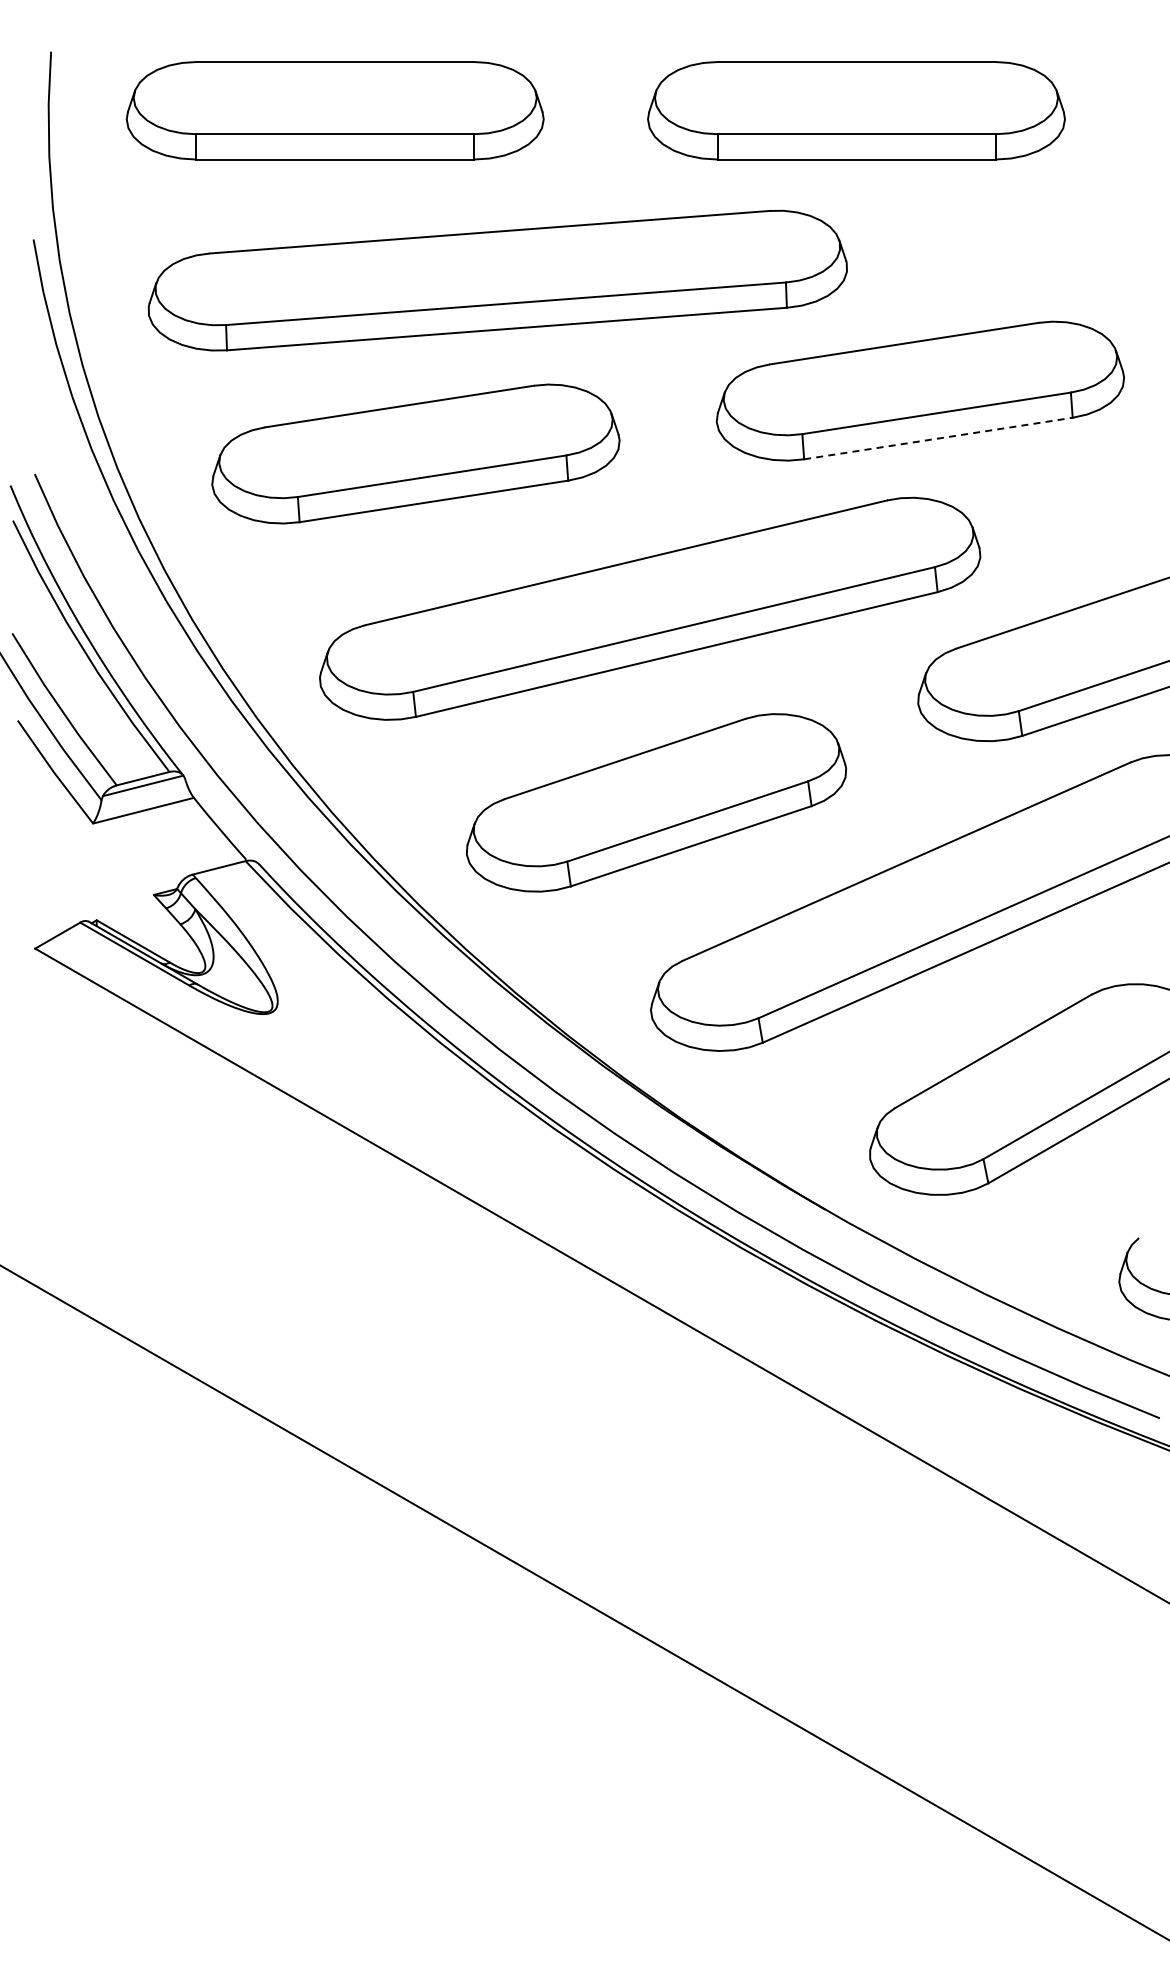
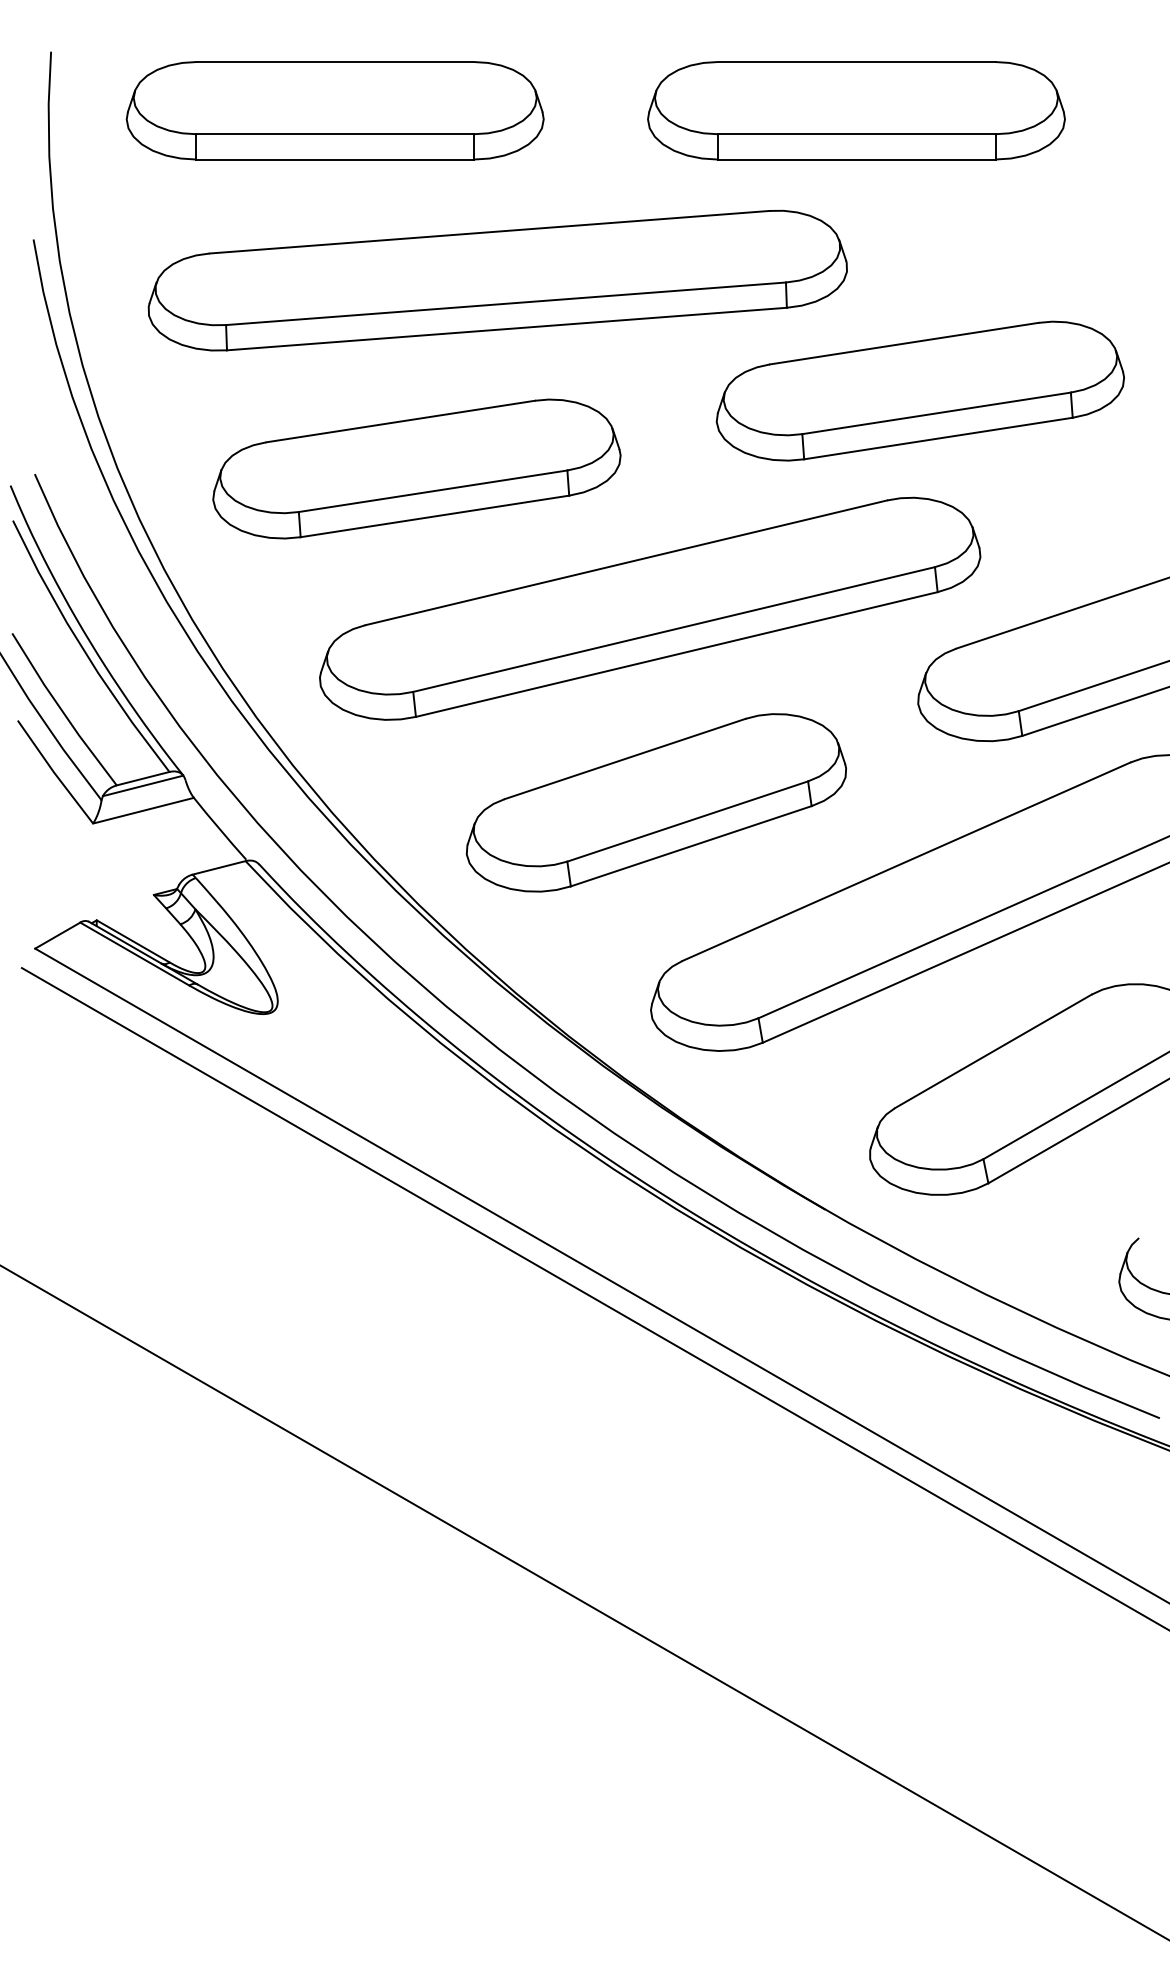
line at (938, 438): dashed -> solid
part at (415, 453) position: (415, 453) -> (416, 468)
line at (593, 1298): none -> present
